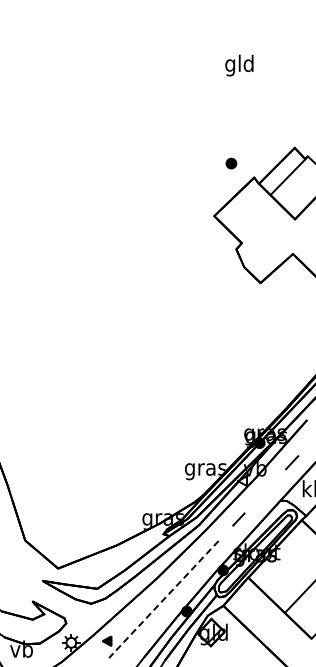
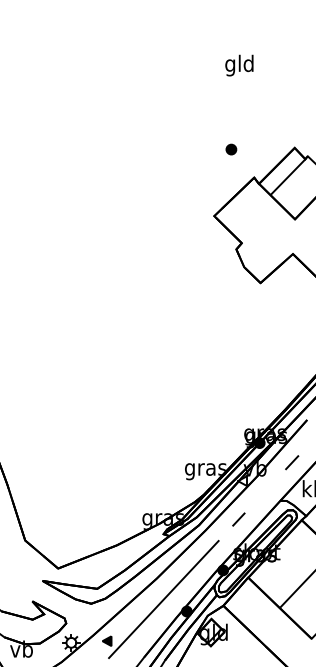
part at (231, 163) position: (231, 163) -> (231, 149)
line at (298, 597) position: (298, 597) -> (296, 590)
line at (163, 599): dashed -> solid
